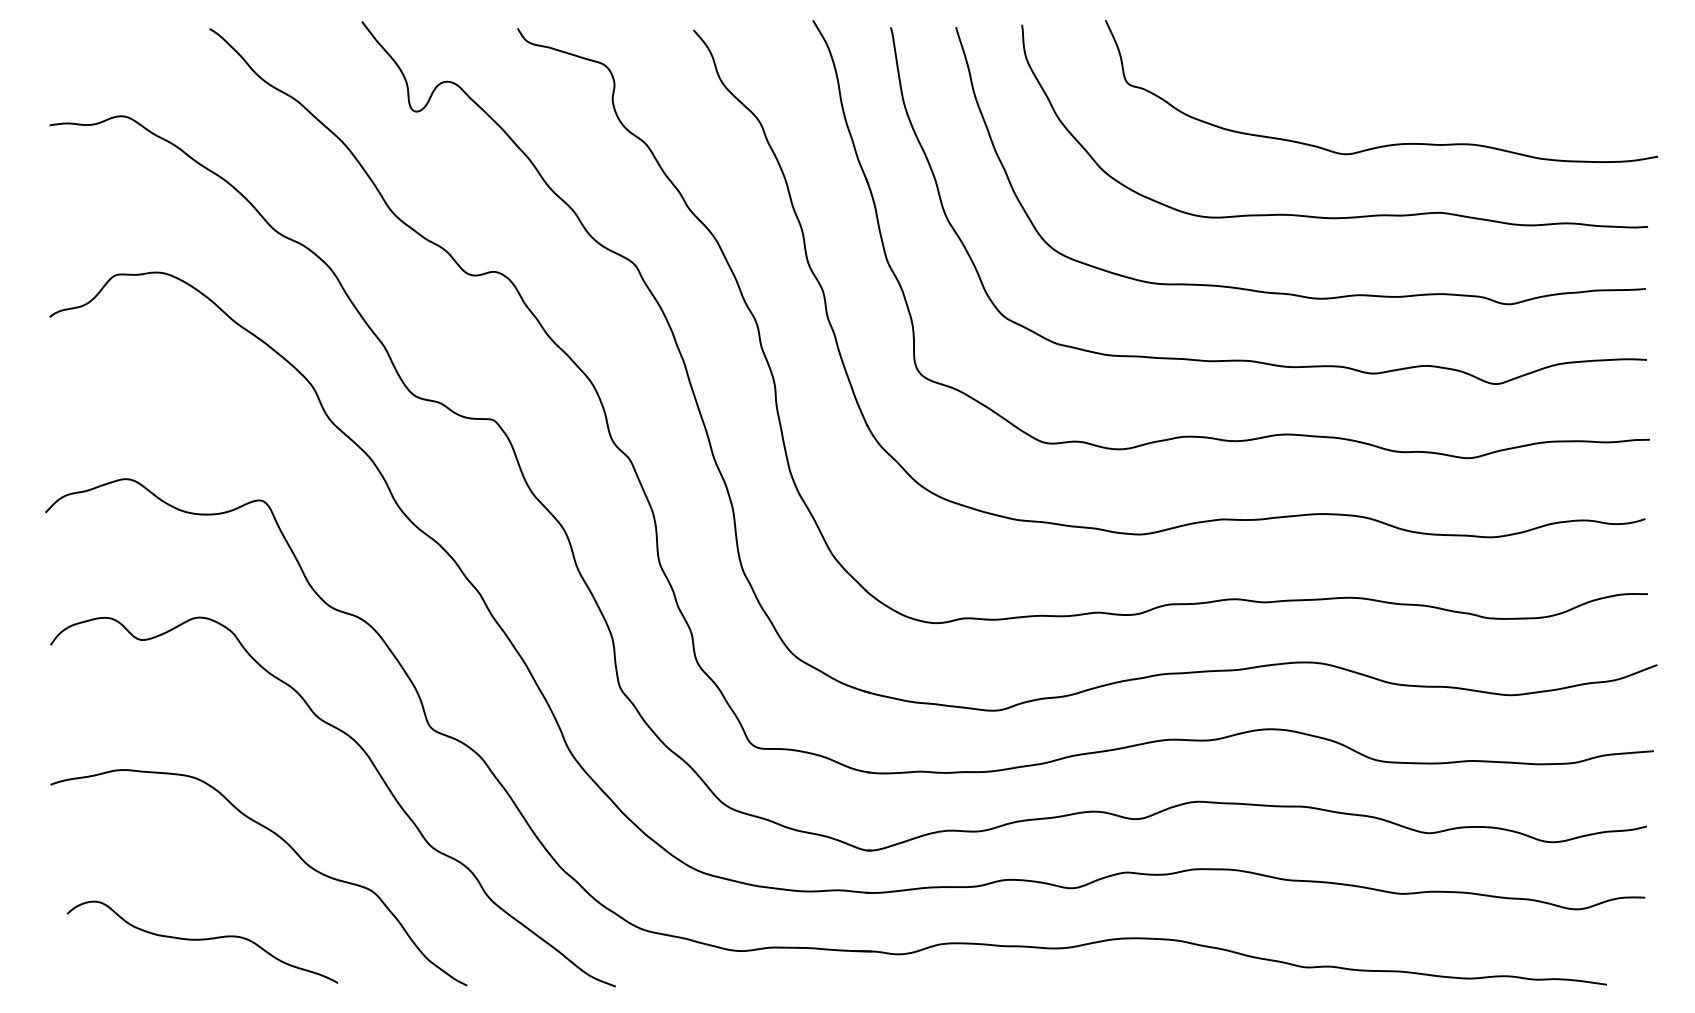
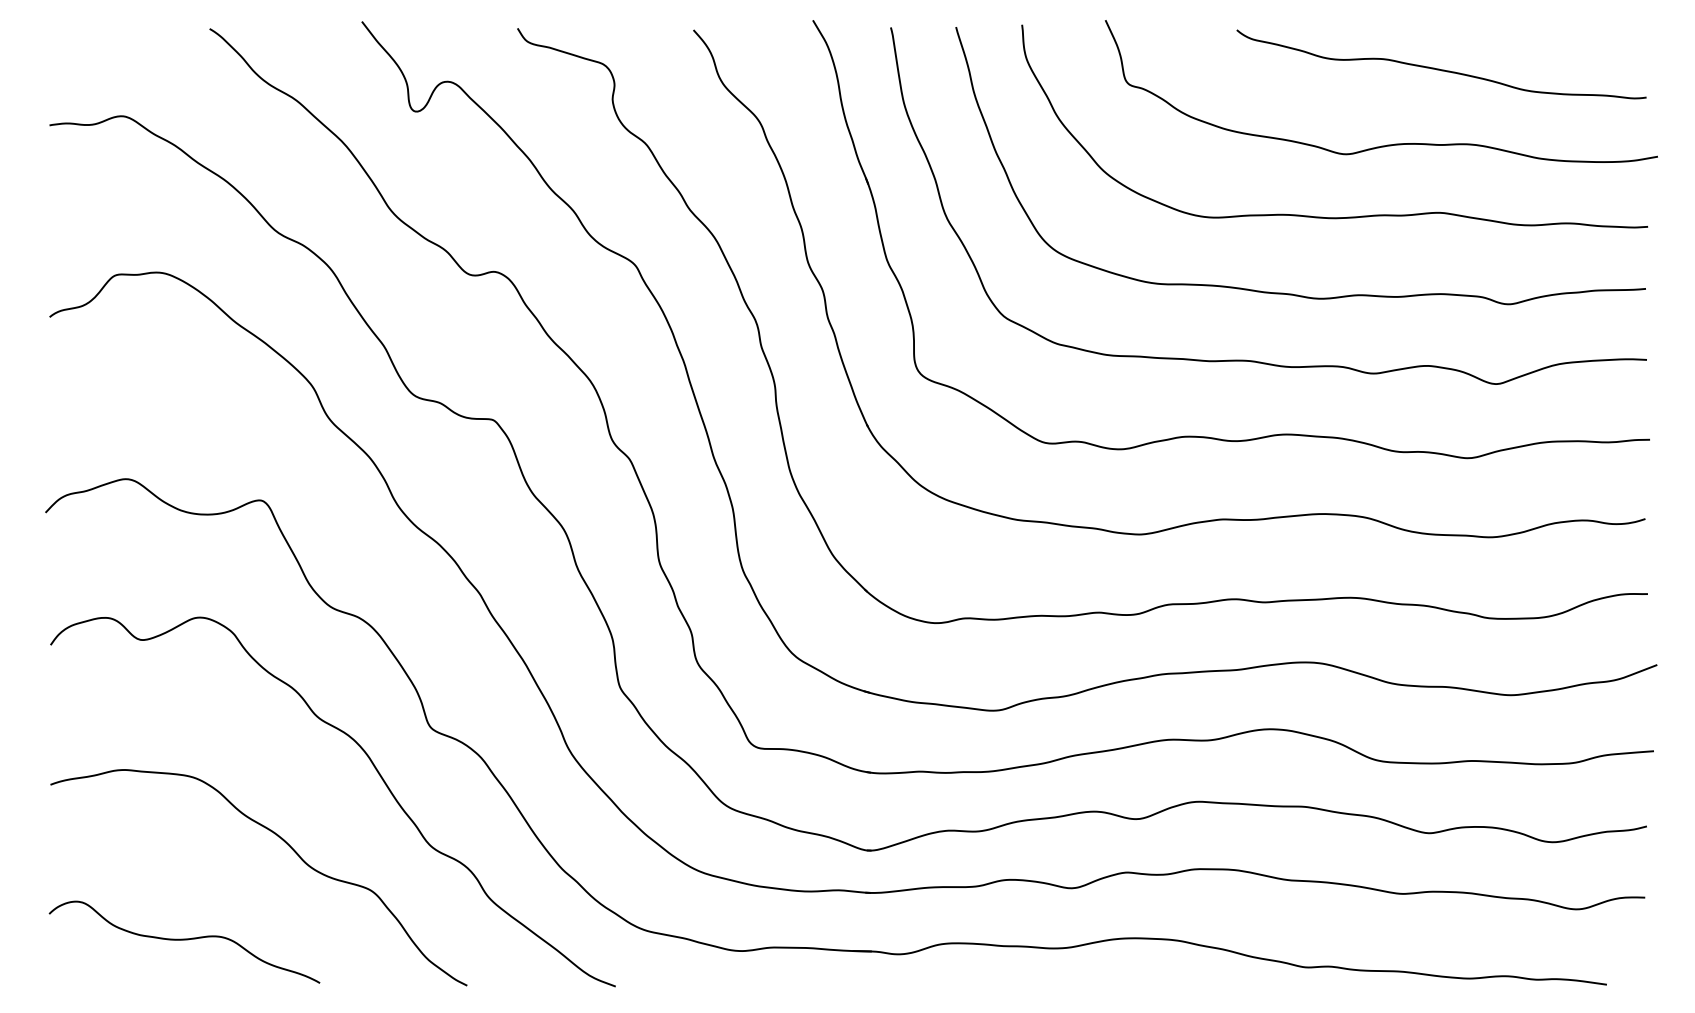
curve at (1439, 68): none -> present
curve at (202, 940) position: (202, 940) -> (184, 940)
